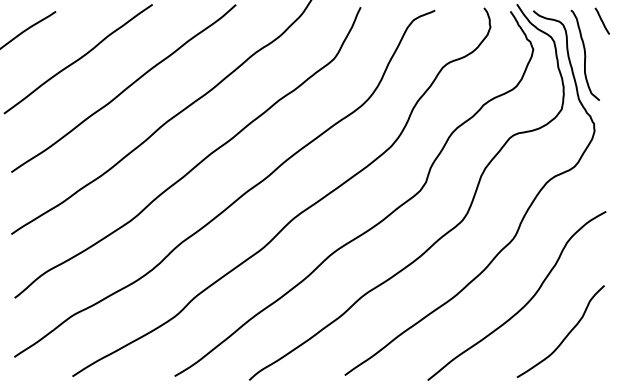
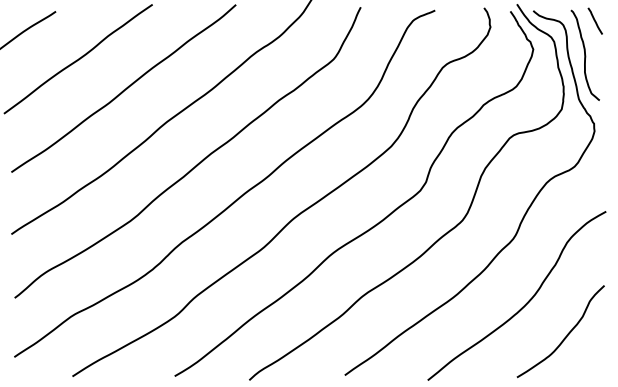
line at (601, 20) position: (601, 20) -> (594, 20)
